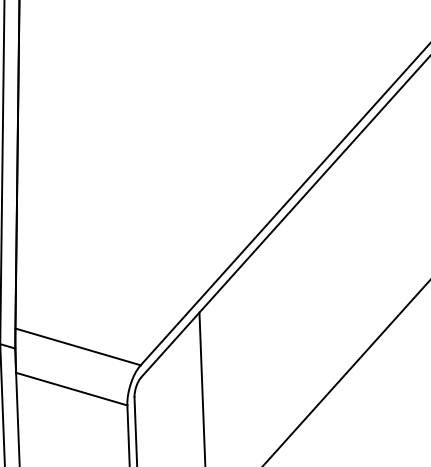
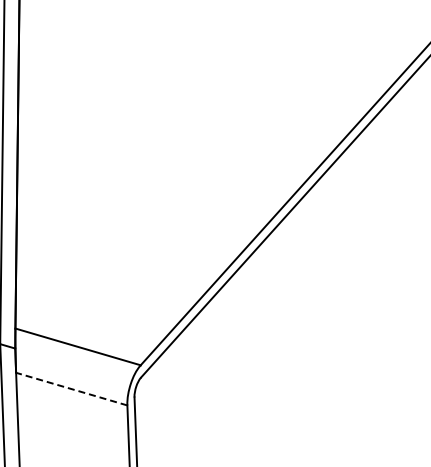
line at (346, 373): present -> none
line at (202, 387): present -> none
line at (71, 389): solid -> dashed
